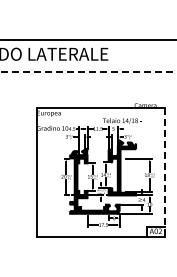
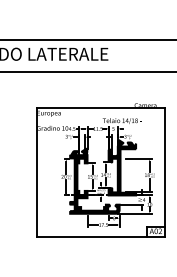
line at (88, 71): dashed -> solid
line at (165, 172): dashed -> solid
